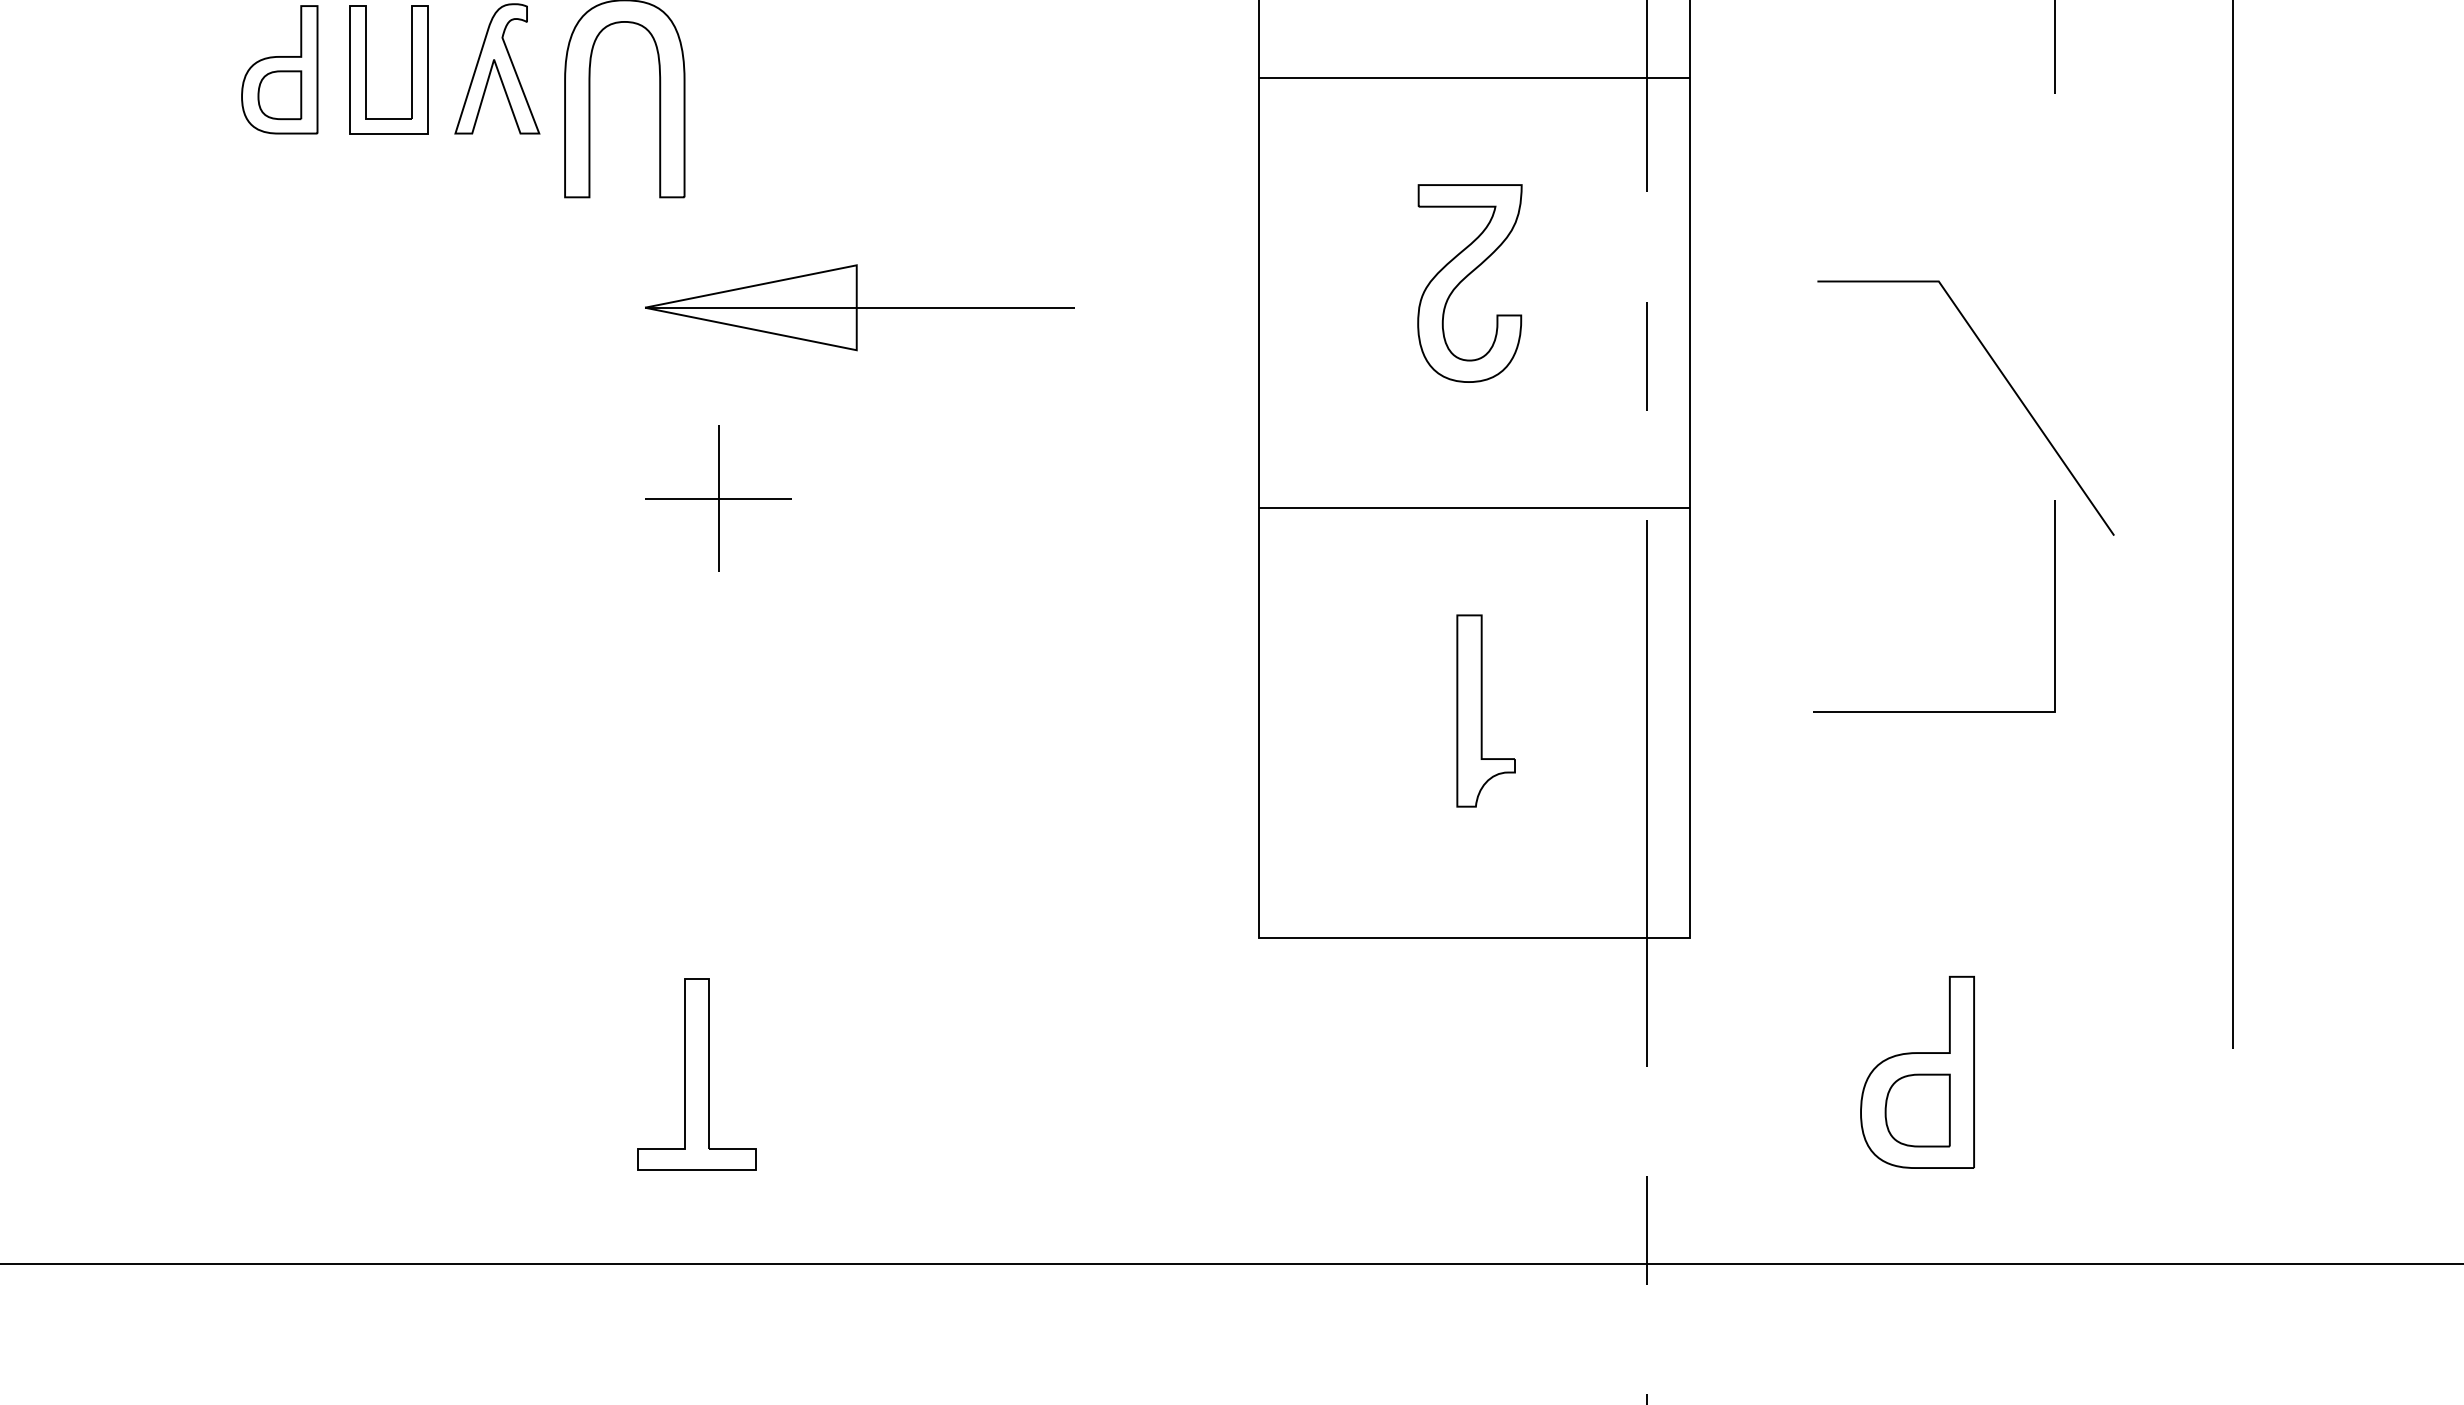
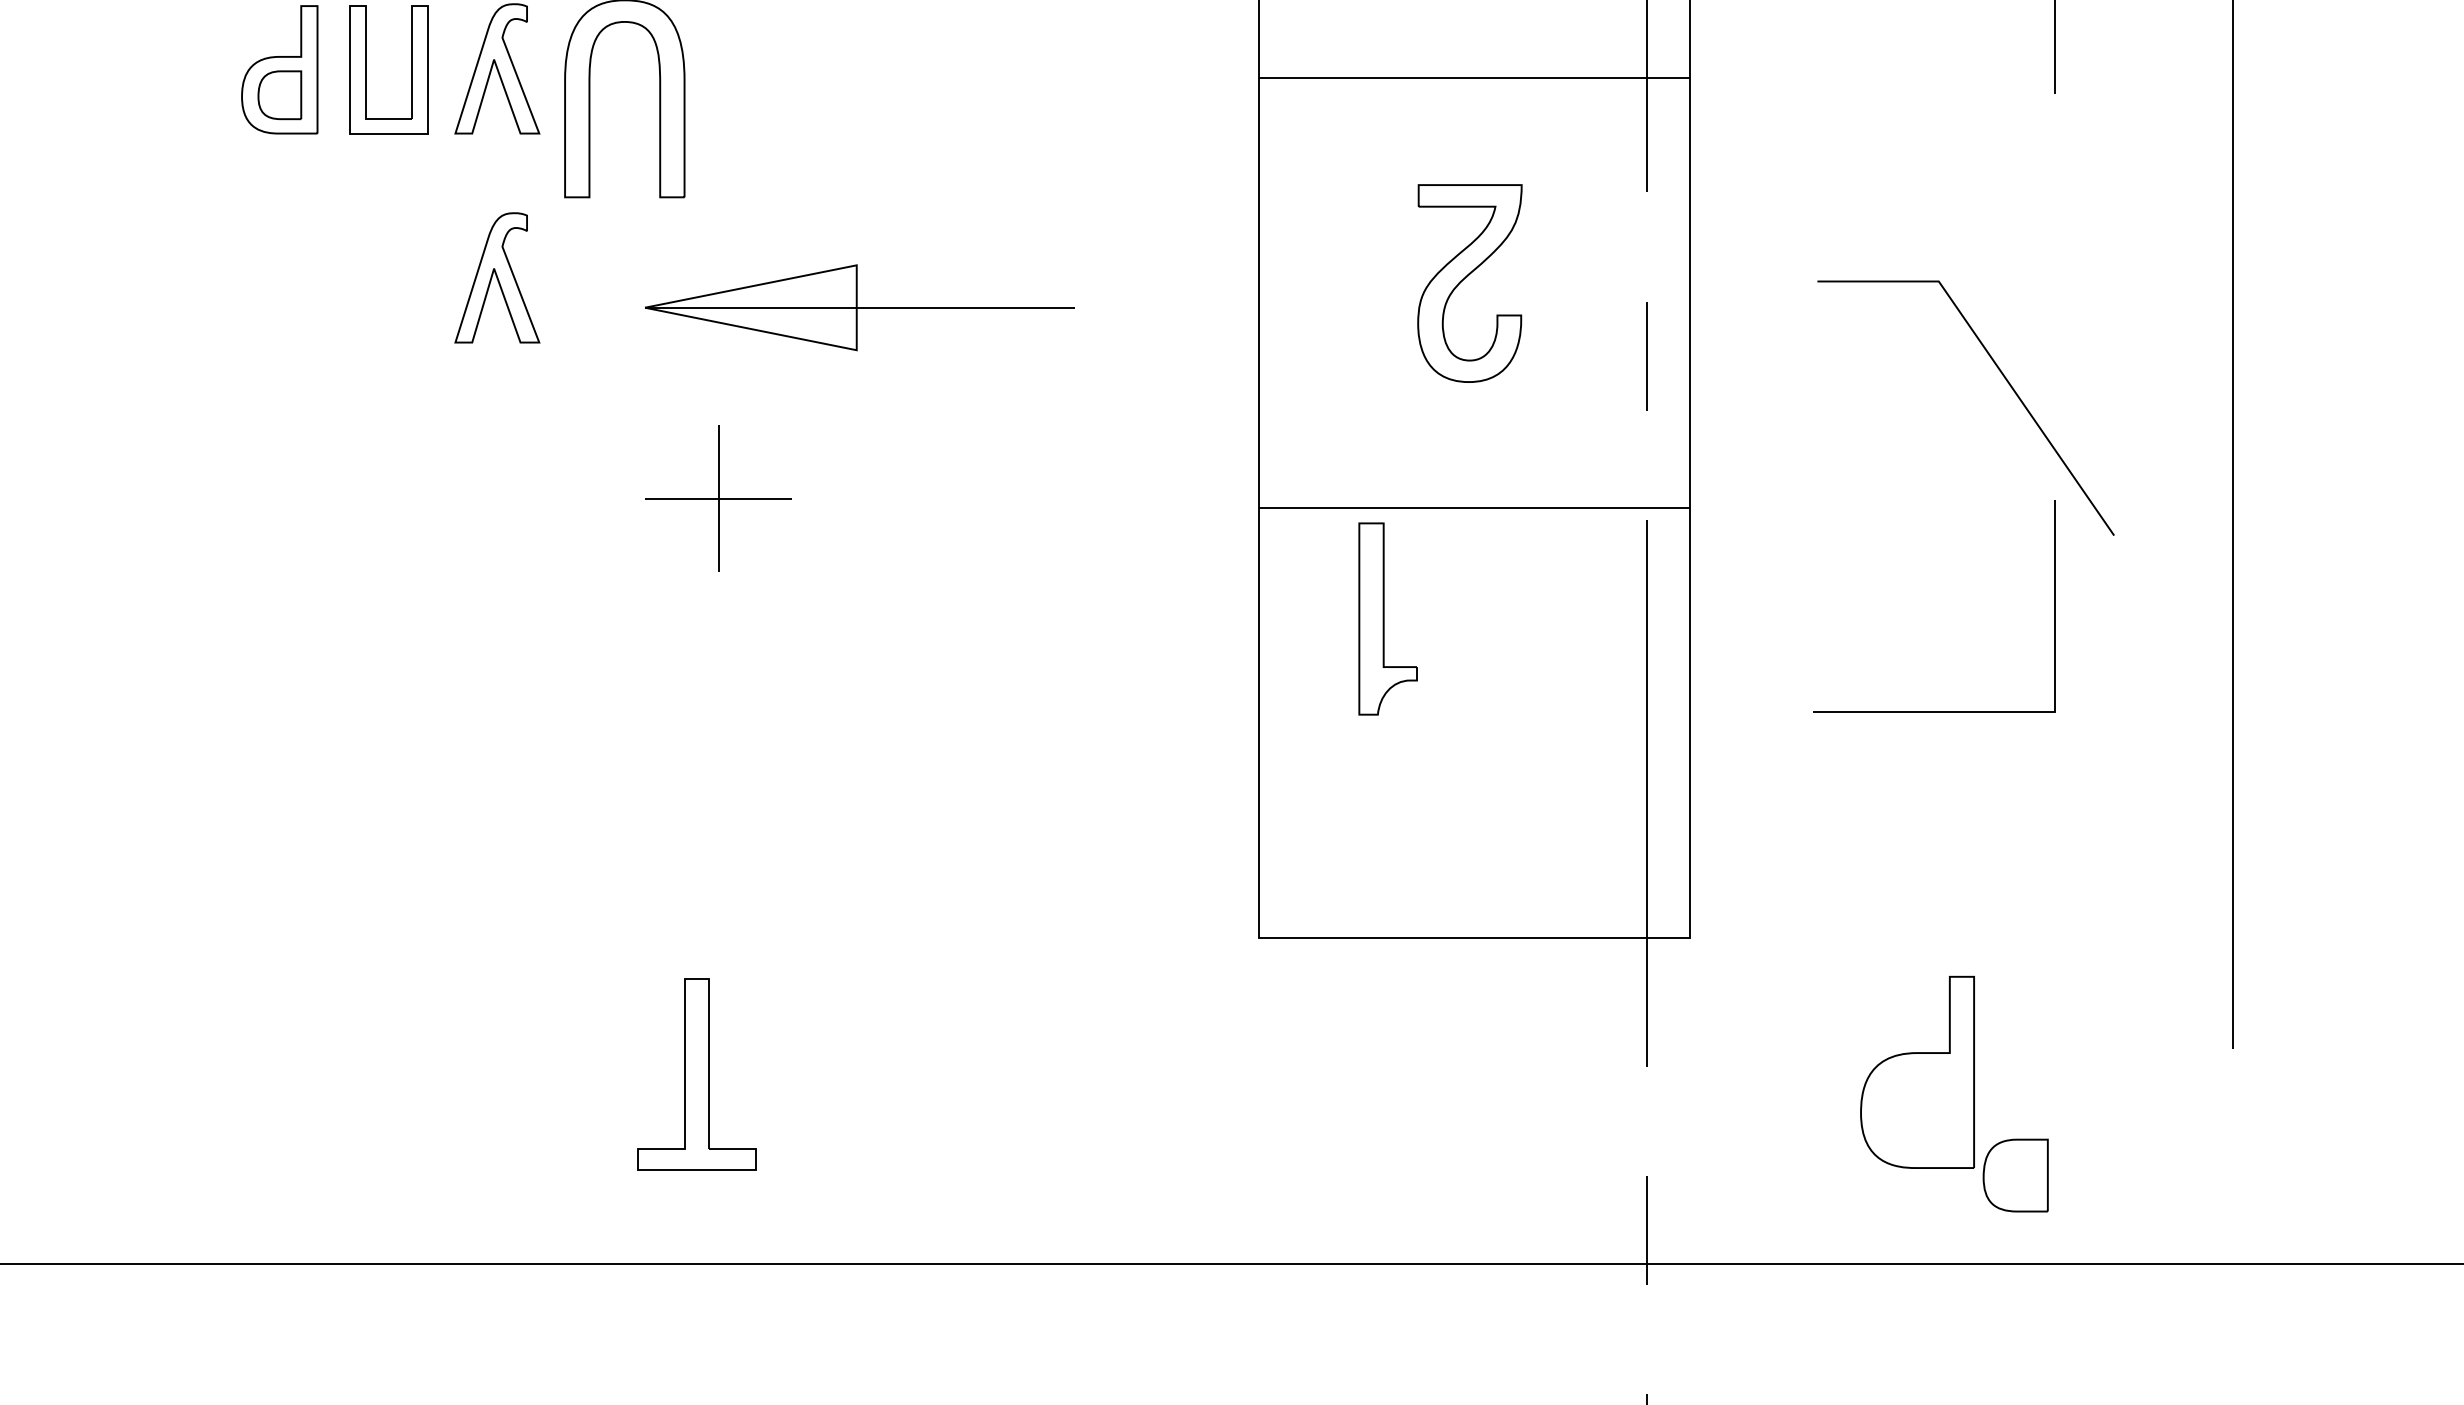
part at (497, 277): none -> present
part at (1485, 710) position: (1485, 710) -> (1387, 618)
part at (1917, 1110) position: (1917, 1110) -> (2015, 1175)
